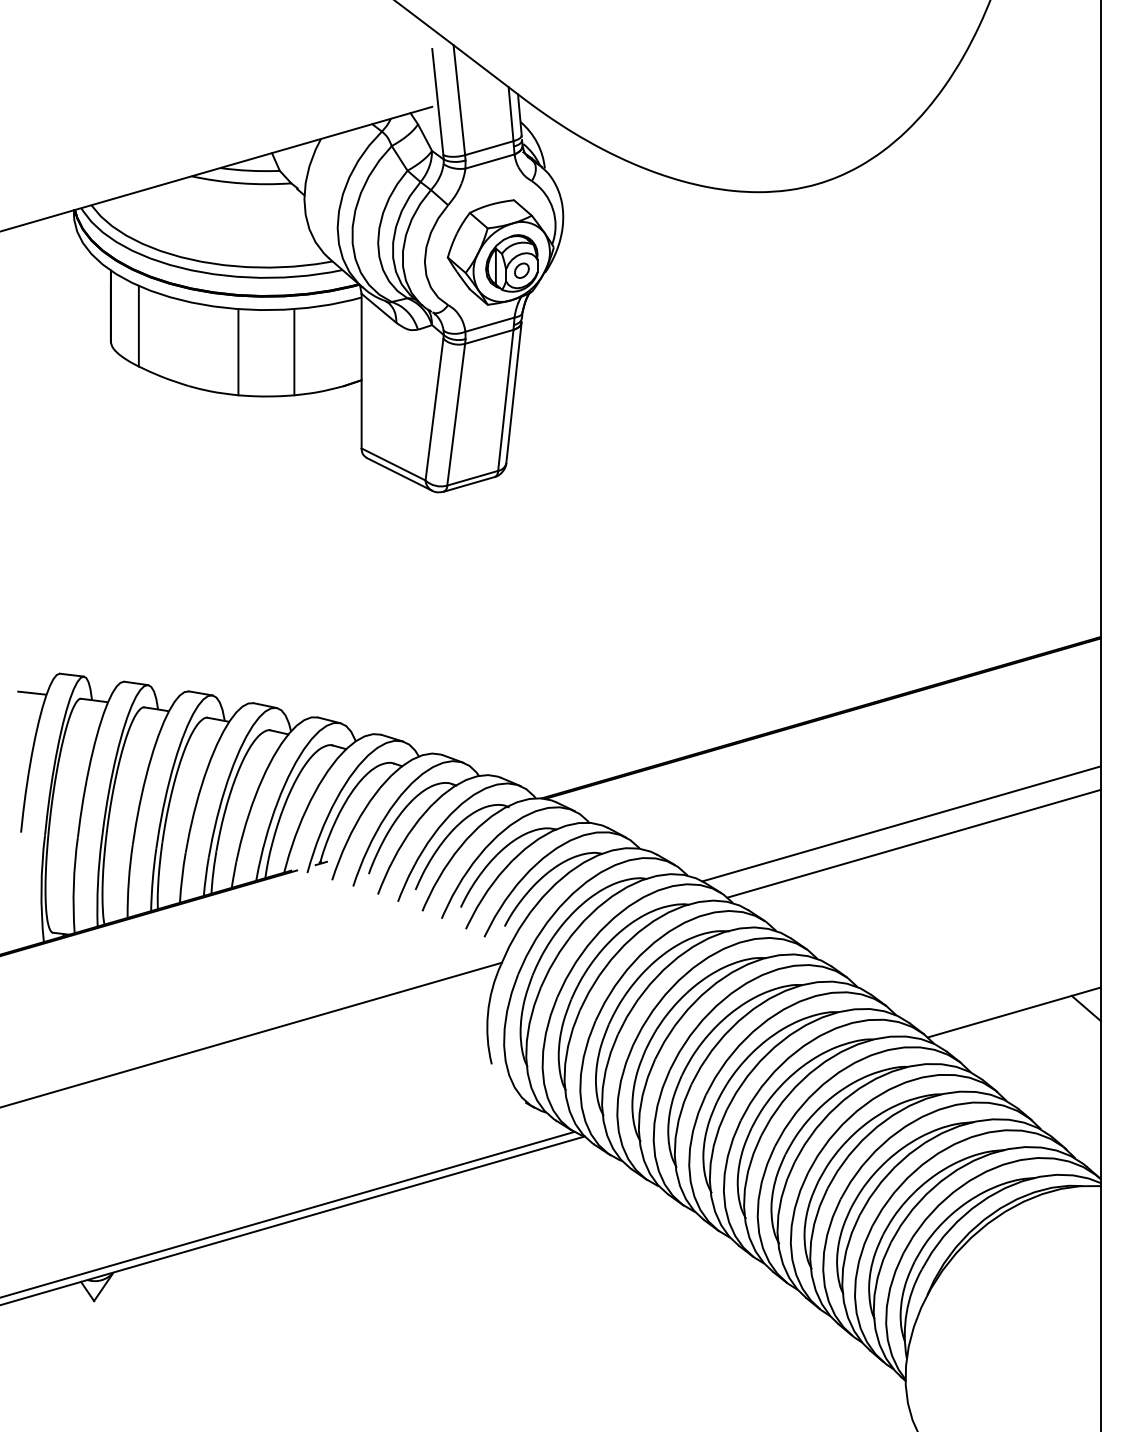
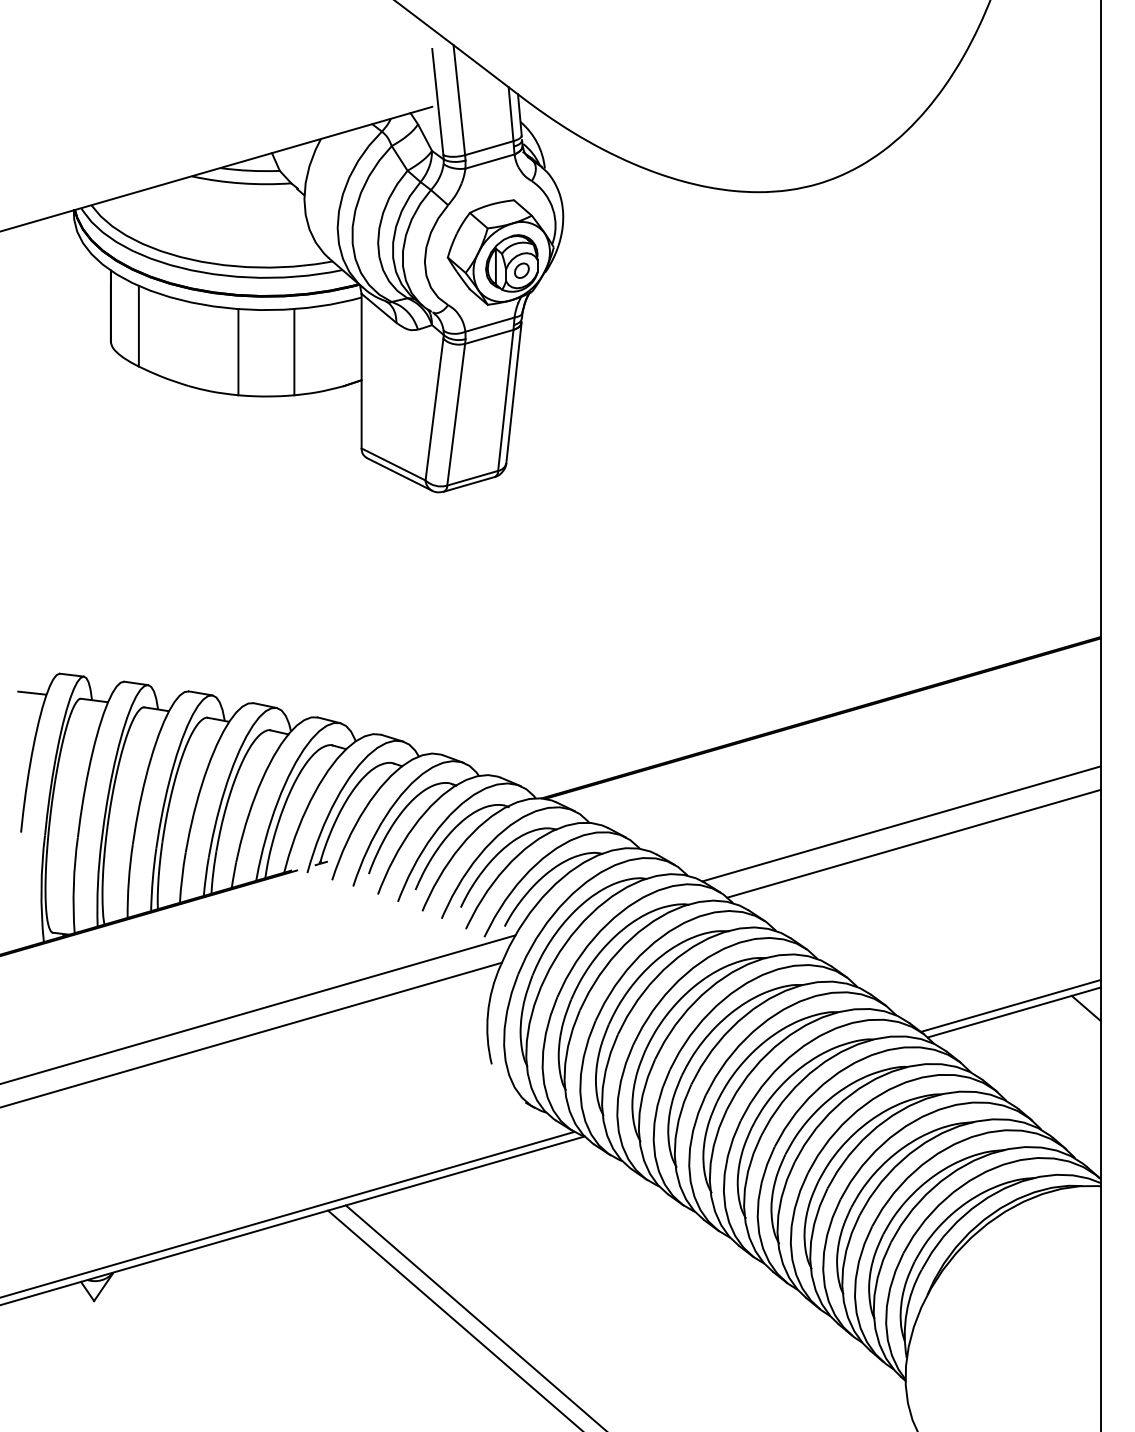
line at (1010, 1005): none -> present
line at (258, 1009): none -> present
line at (474, 1316): none -> present
line at (453, 1319): none -> present
